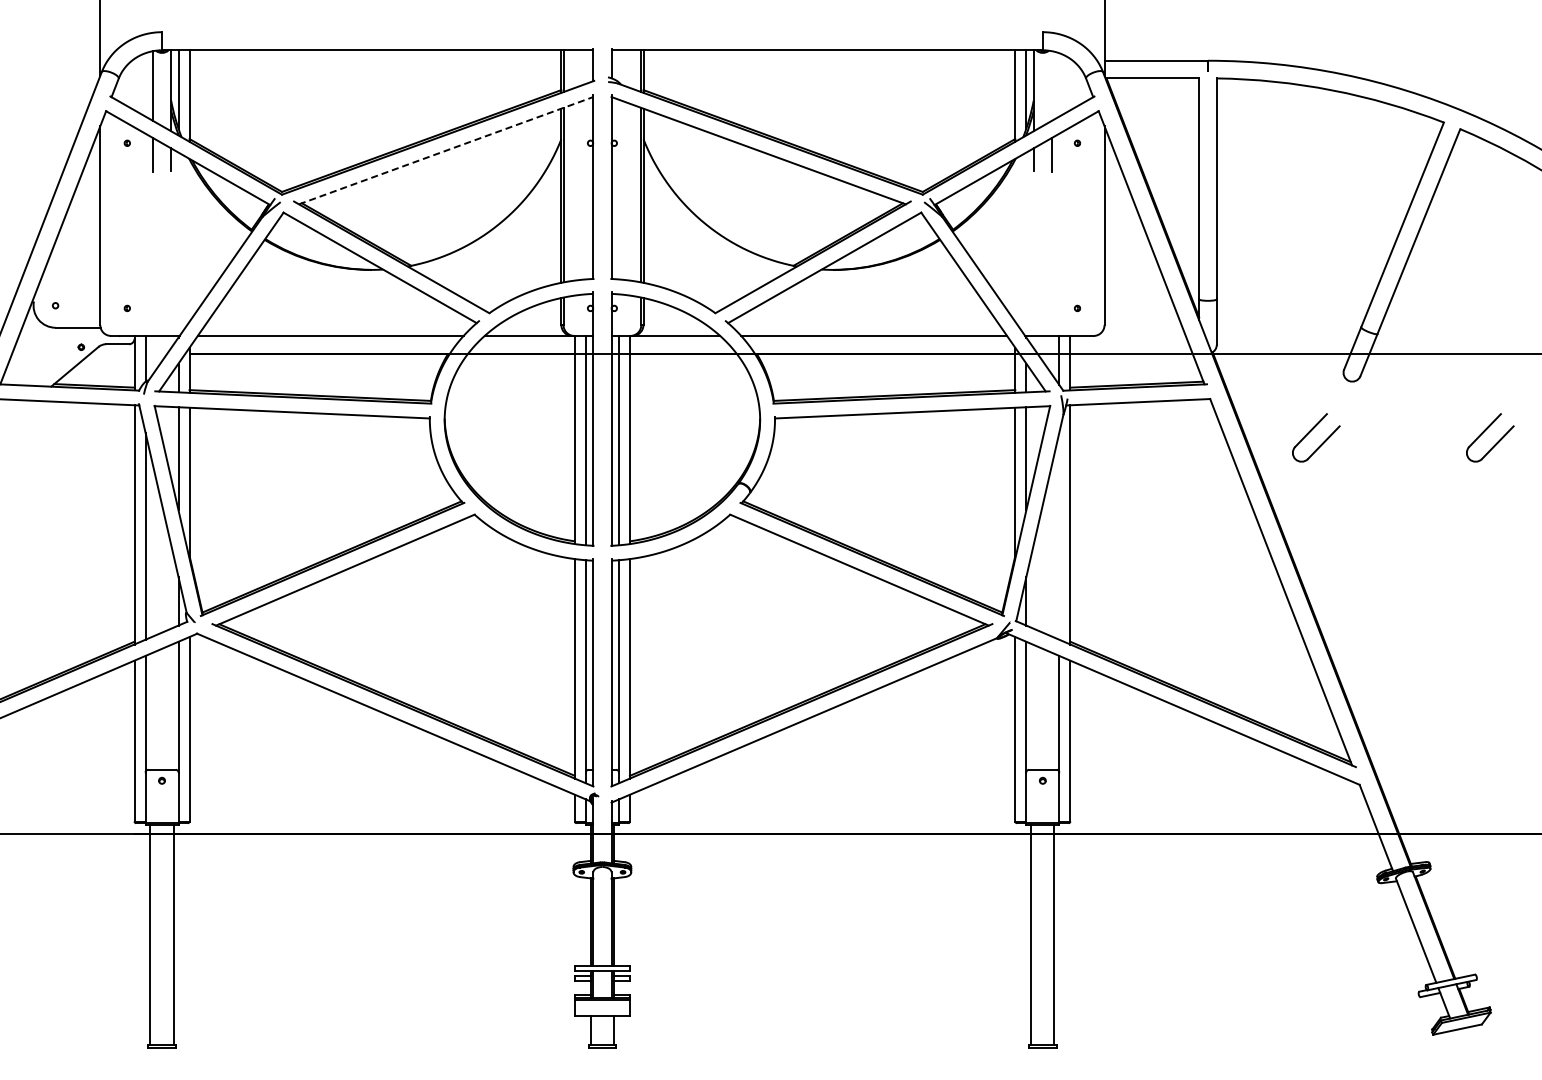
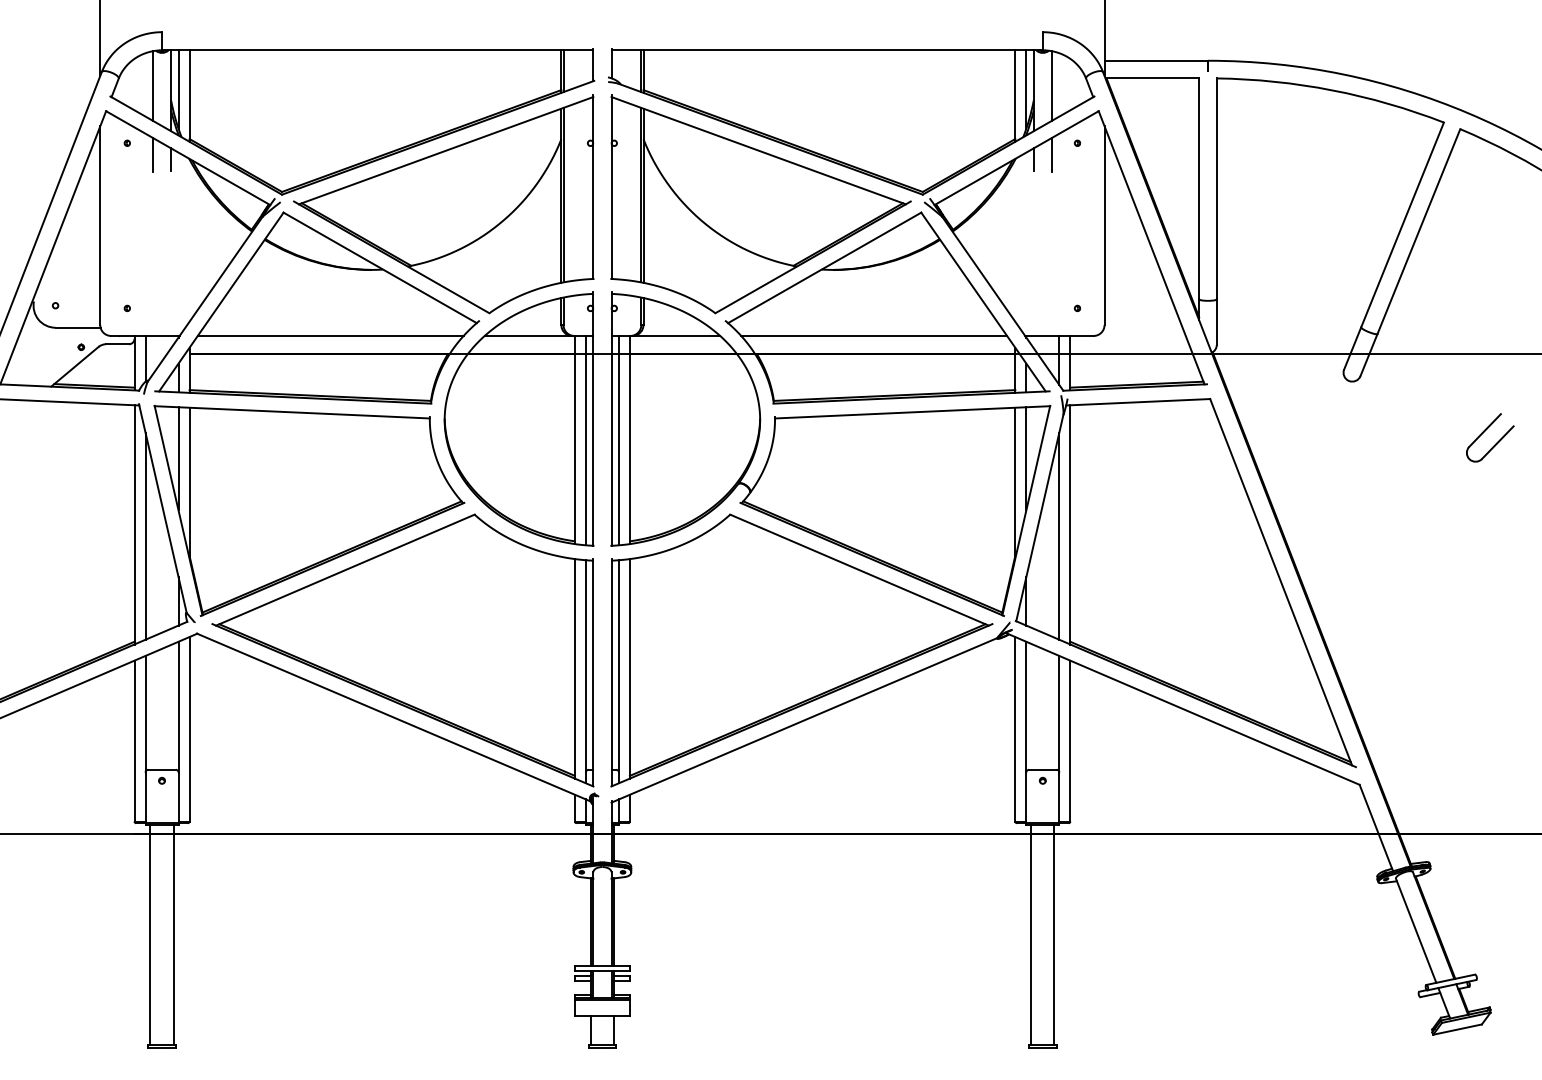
line at (1051, 85): none -> present
line at (446, 150): dashed -> solid
part at (1311, 431): present -> none
line at (1059, 535): none -> present
